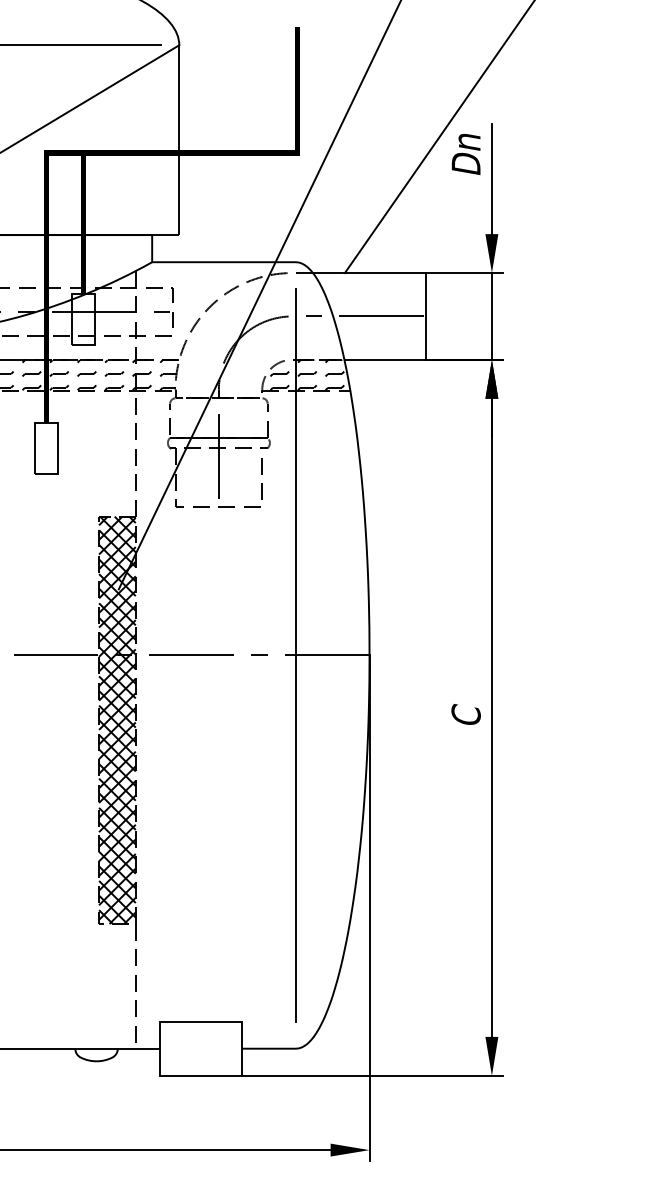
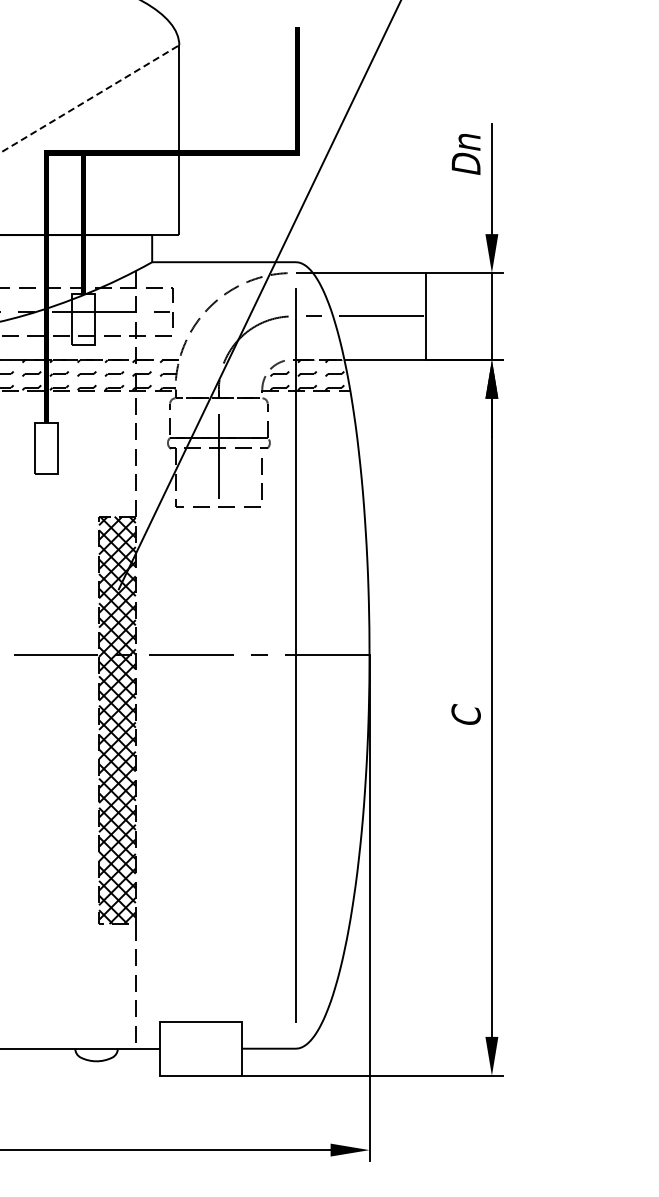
line at (81, 45): present -> none
line at (90, 98): solid -> dashed
line at (438, 137): present -> none
